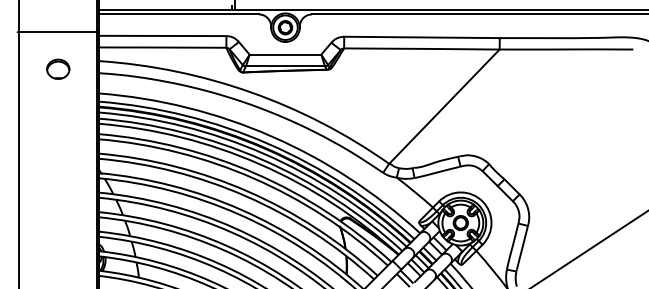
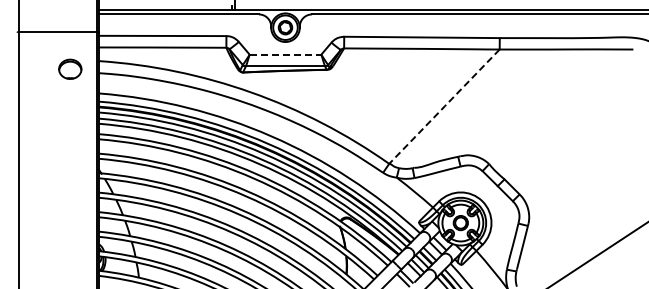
line at (285, 54): solid -> dashed
part at (58, 68) position: (58, 68) -> (70, 68)
line at (444, 107): solid -> dashed
line at (589, 248) position: (589, 248) -> (598, 254)
